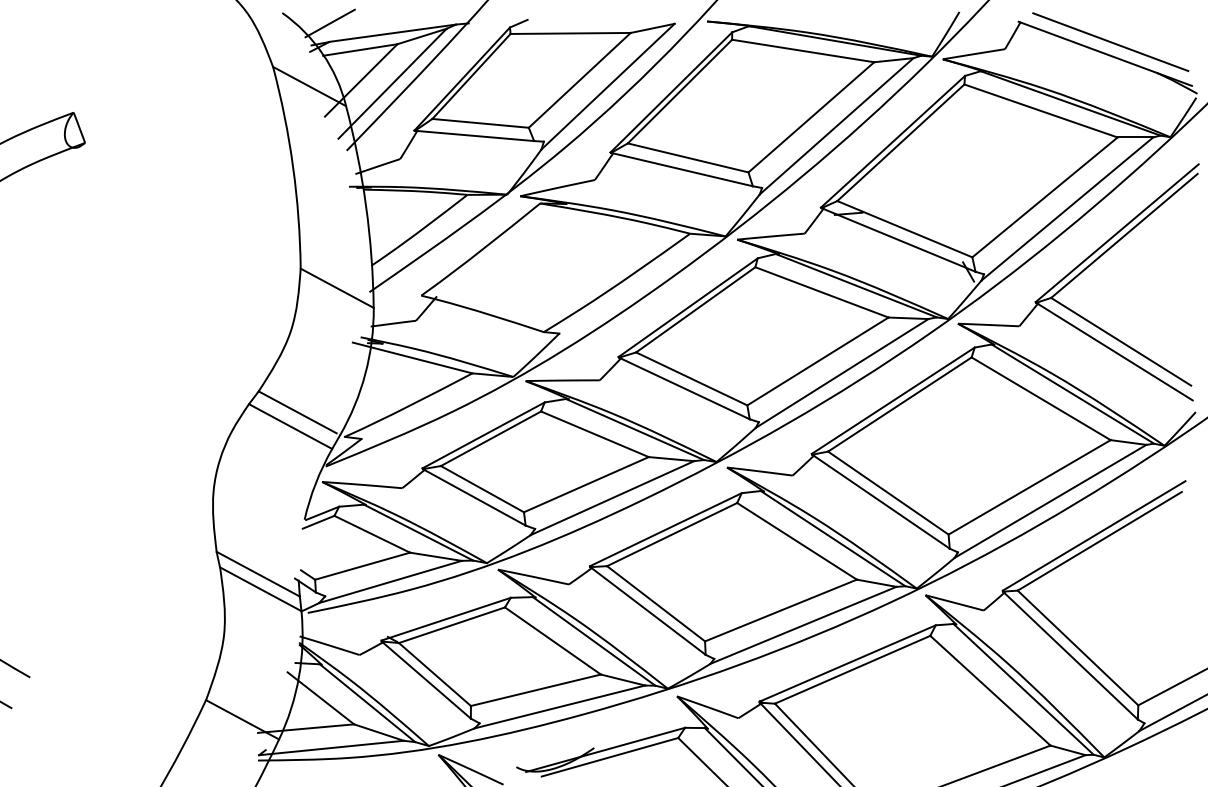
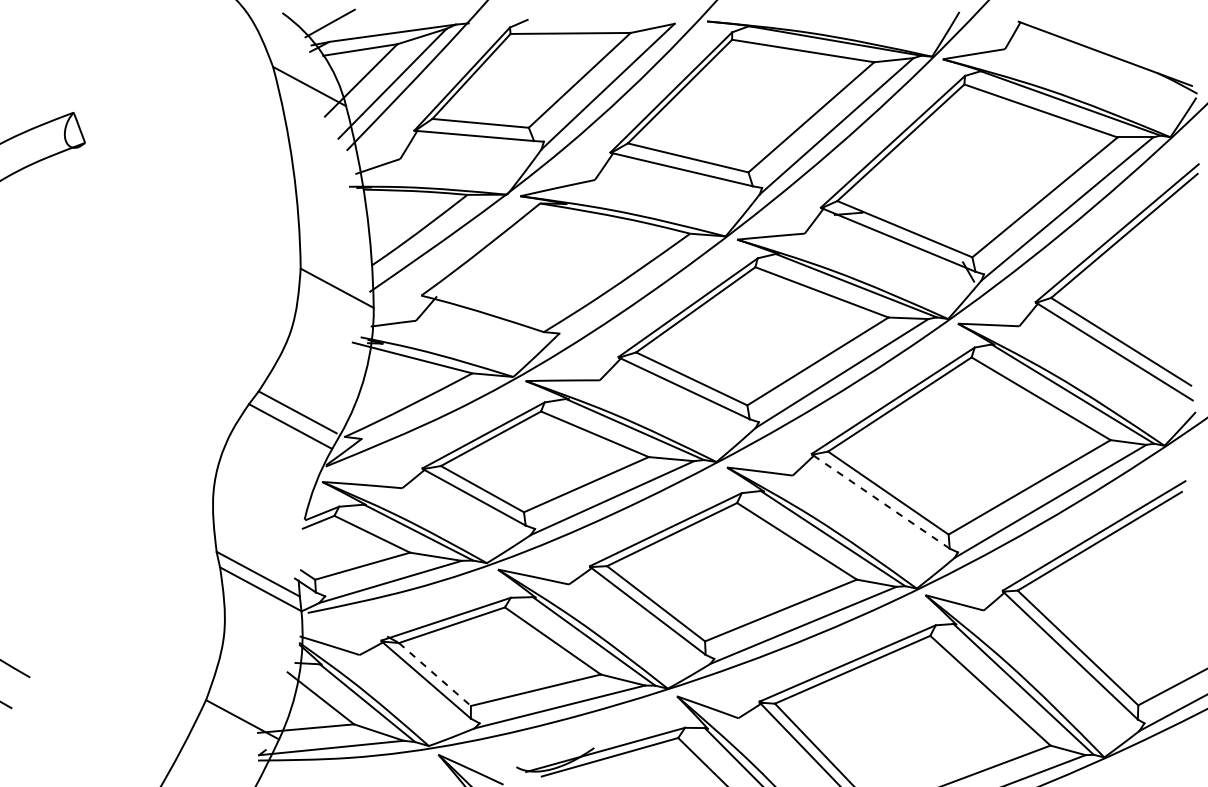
line at (1110, 42): present -> none
line at (880, 501): solid -> dashed
line at (434, 674): solid -> dashed
